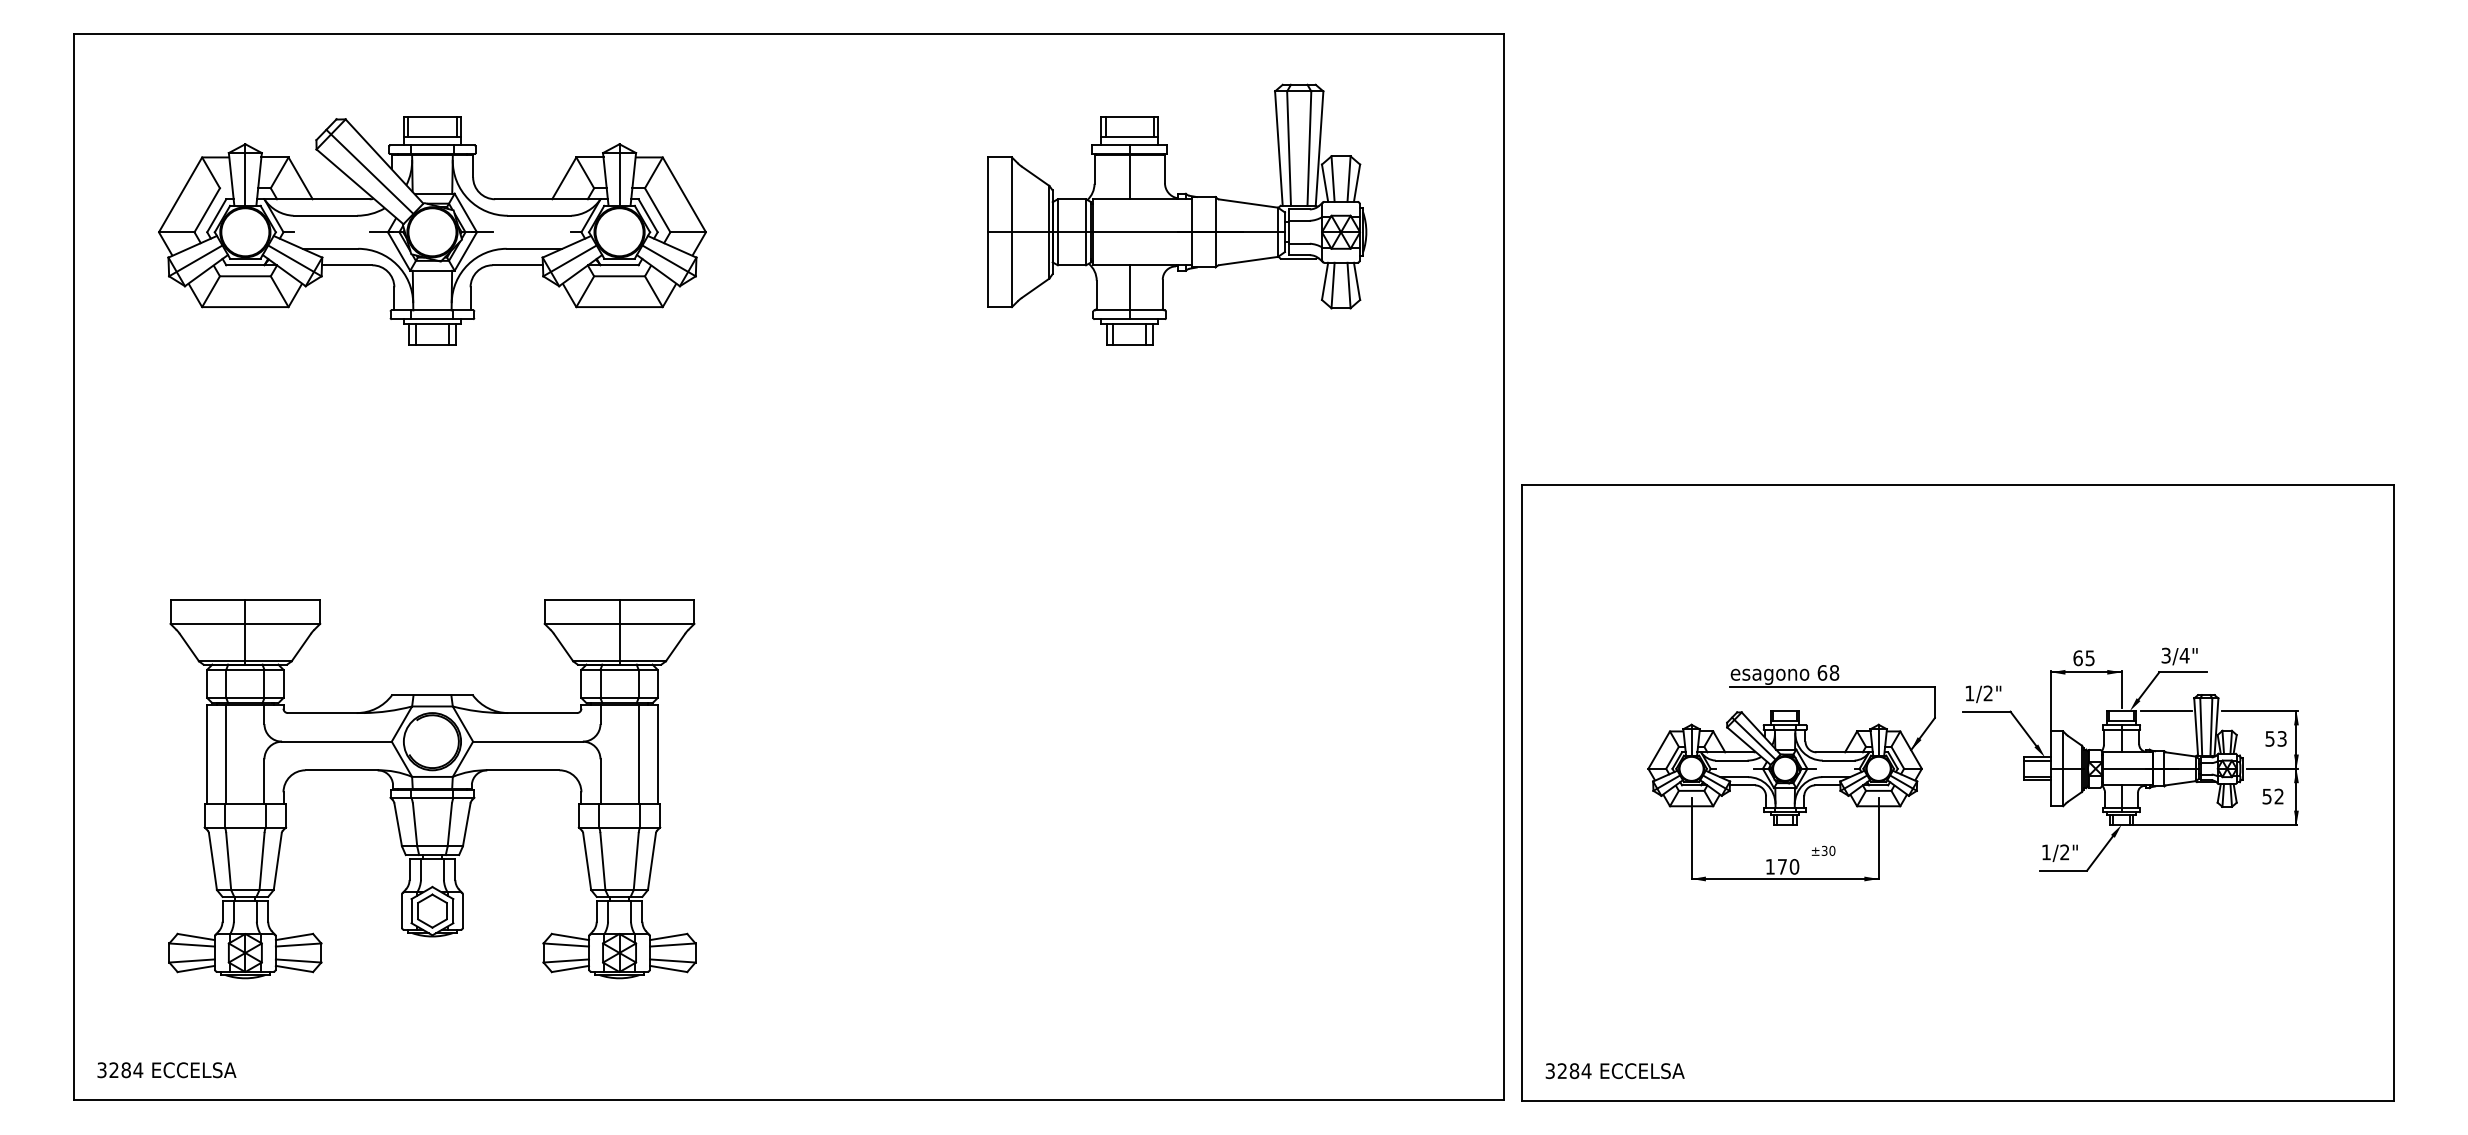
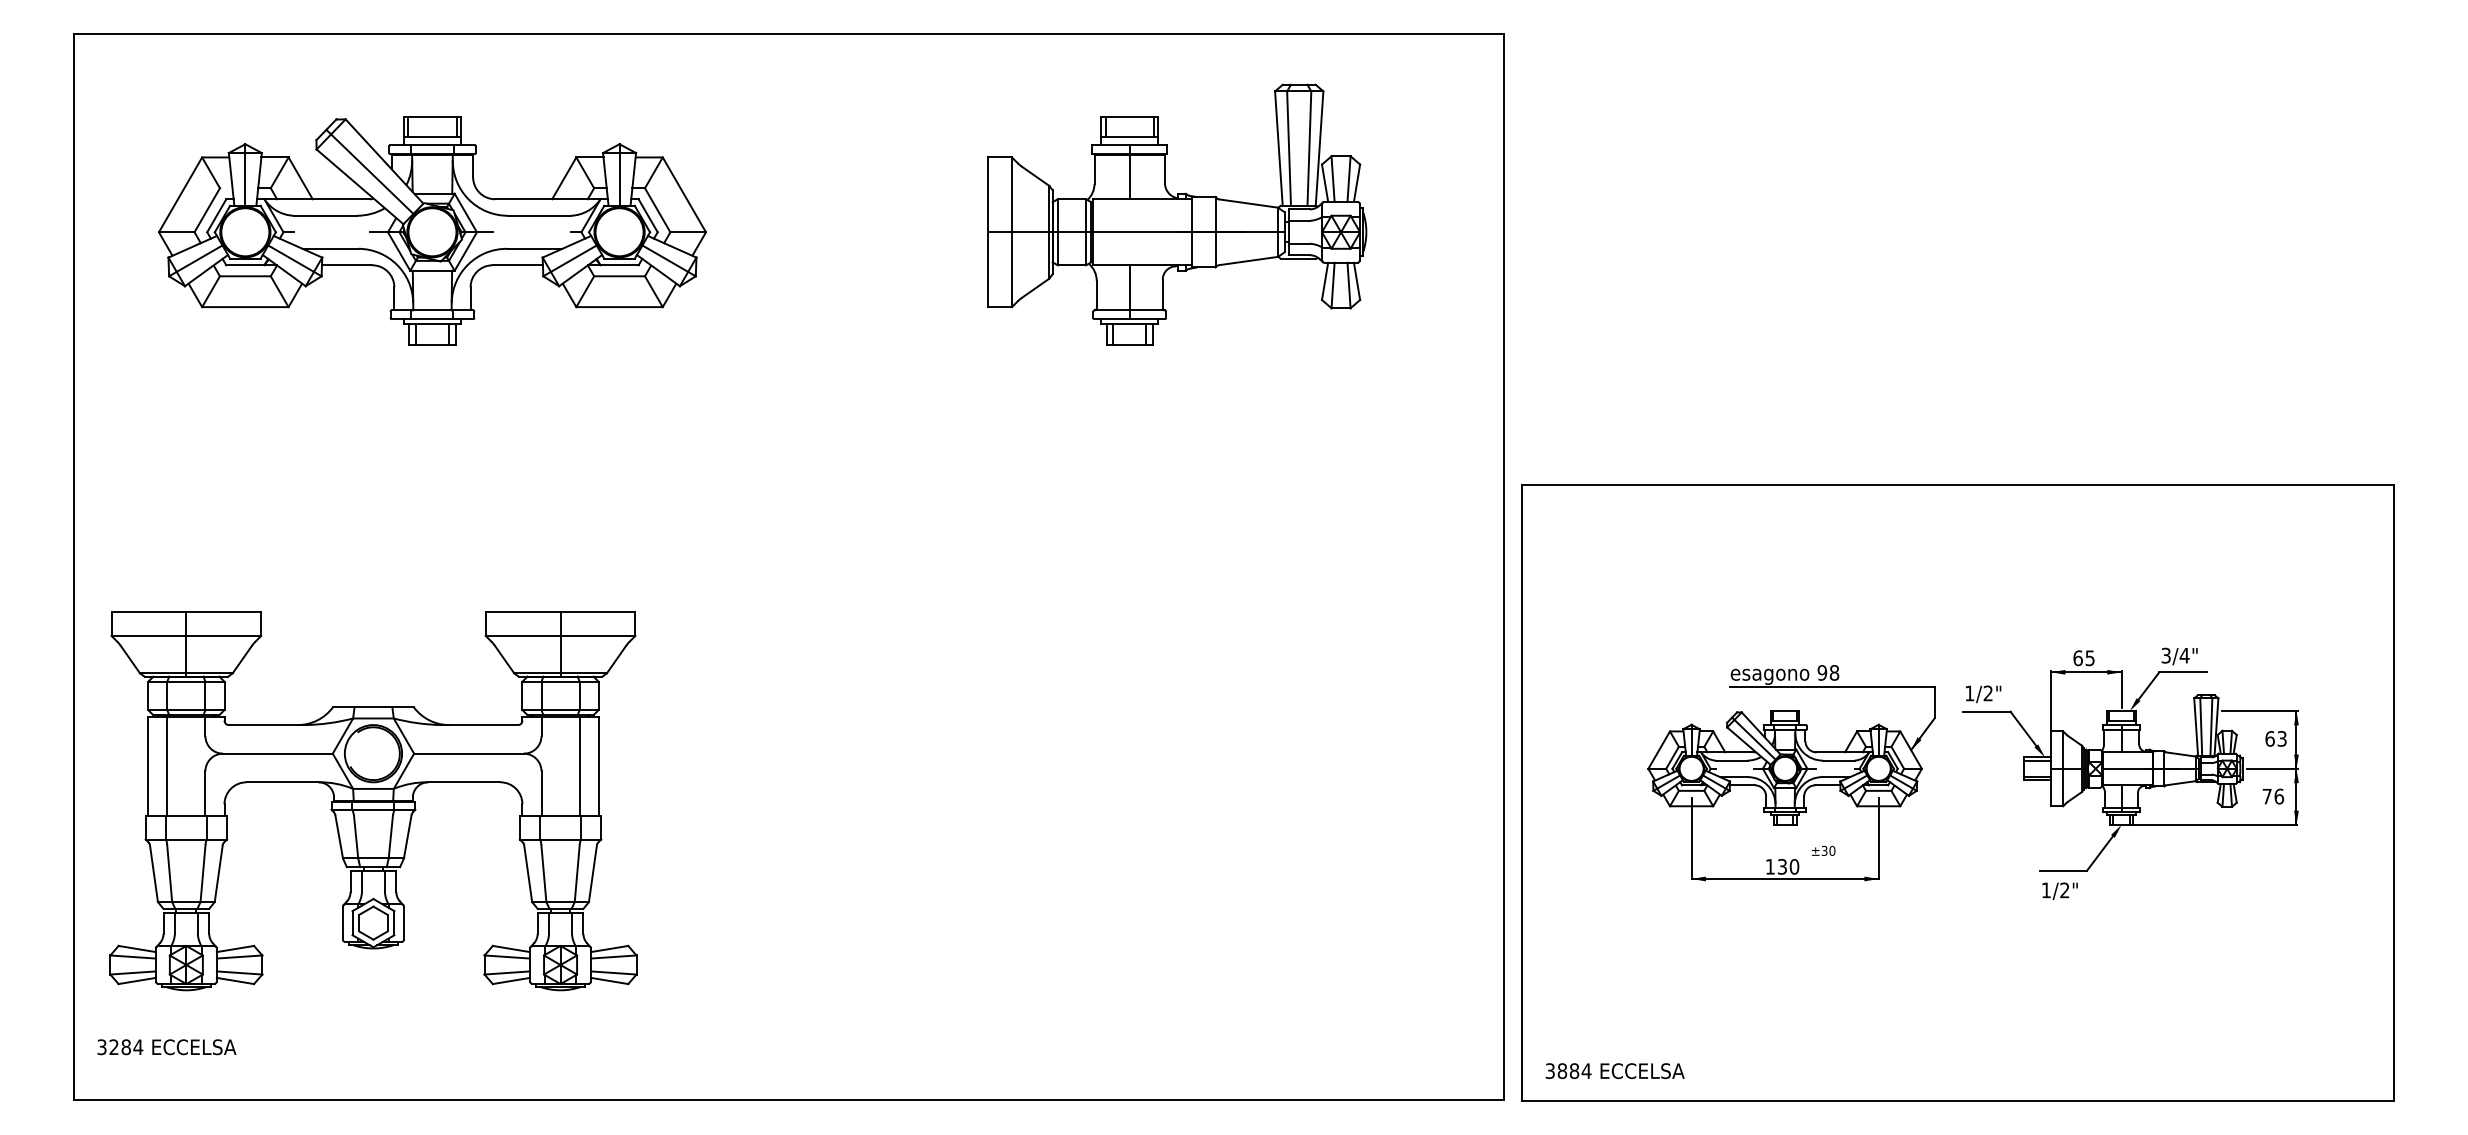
text at (1822, 672): 68 -> 98
line at (2166, 711): present -> none
text at (2269, 738): 53 -> 63
part at (432, 789) position: (432, 789) -> (373, 801)
text at (2273, 796): 52 -> 76
text at (2059, 852) position: (2059, 852) -> (2059, 890)
text at (1781, 866): 170 -> 130
text at (166, 1070) position: (166, 1070) -> (166, 1047)
text at (1562, 1071): 3284 -> 3884
